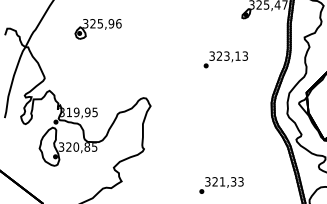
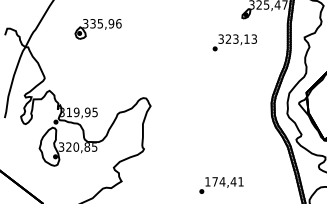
text at (92, 23): 325,96 -> 335,96
text at (225, 59) position: (225, 59) -> (234, 42)
text at (224, 181): 321,33 -> 174,41
